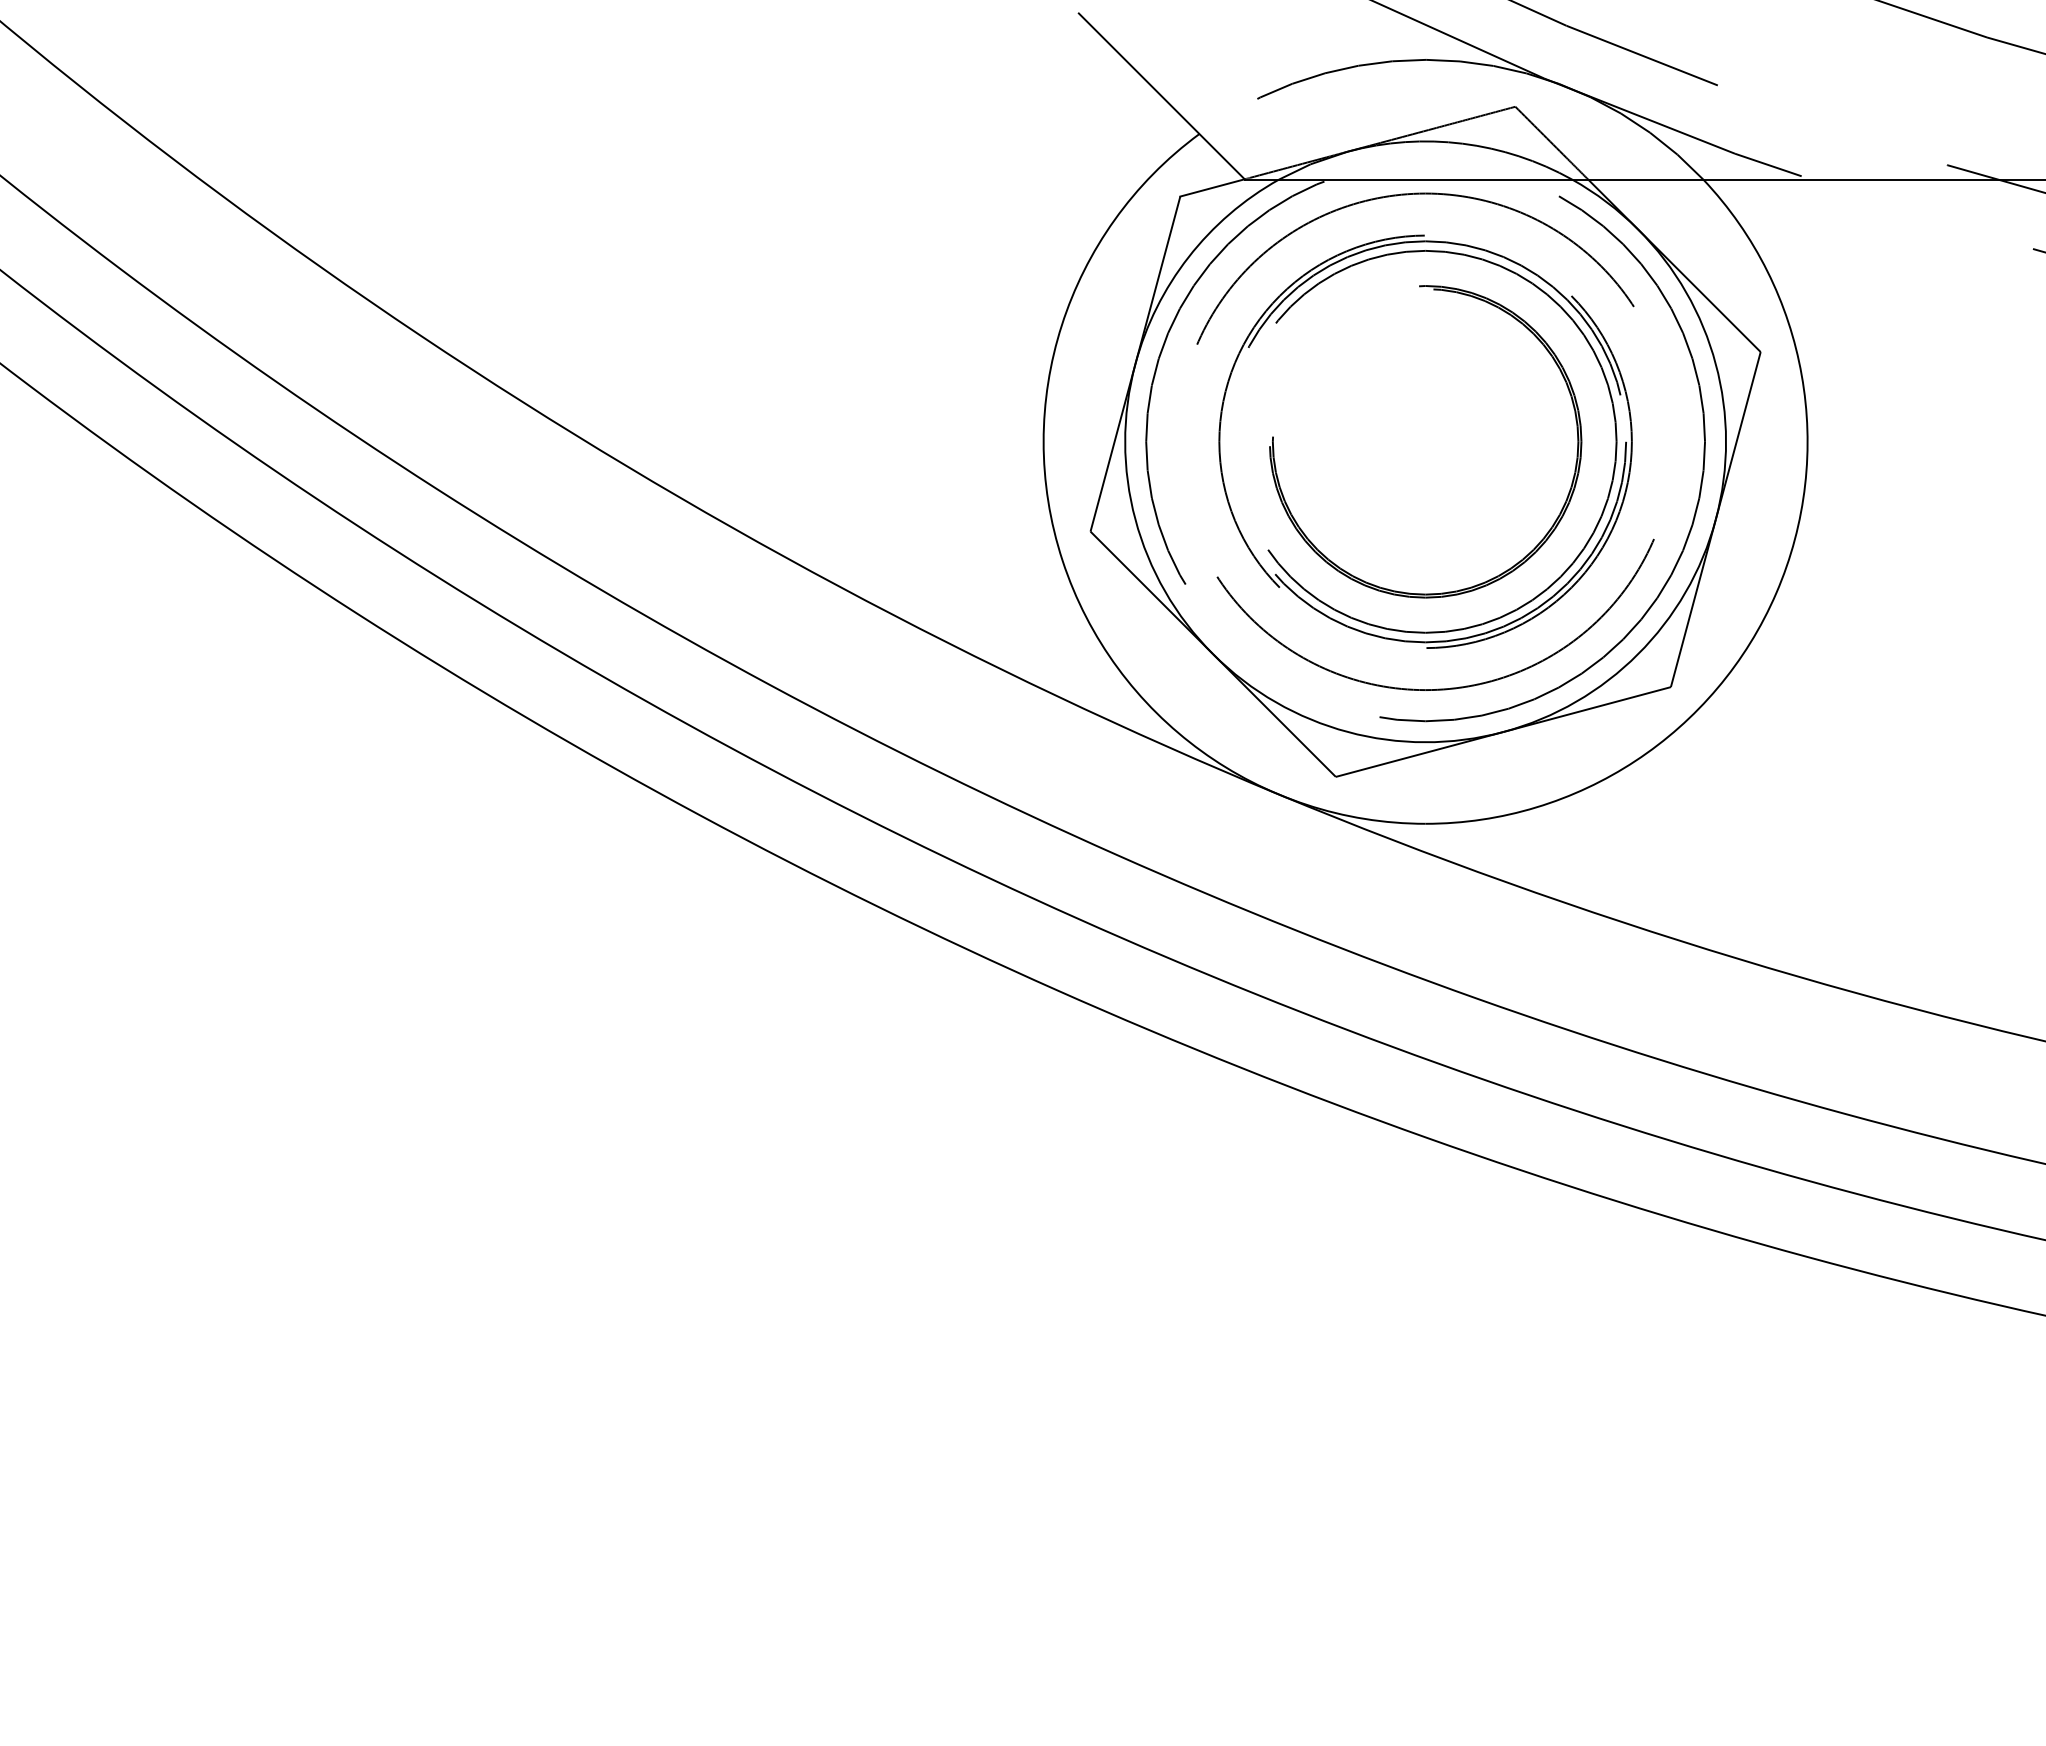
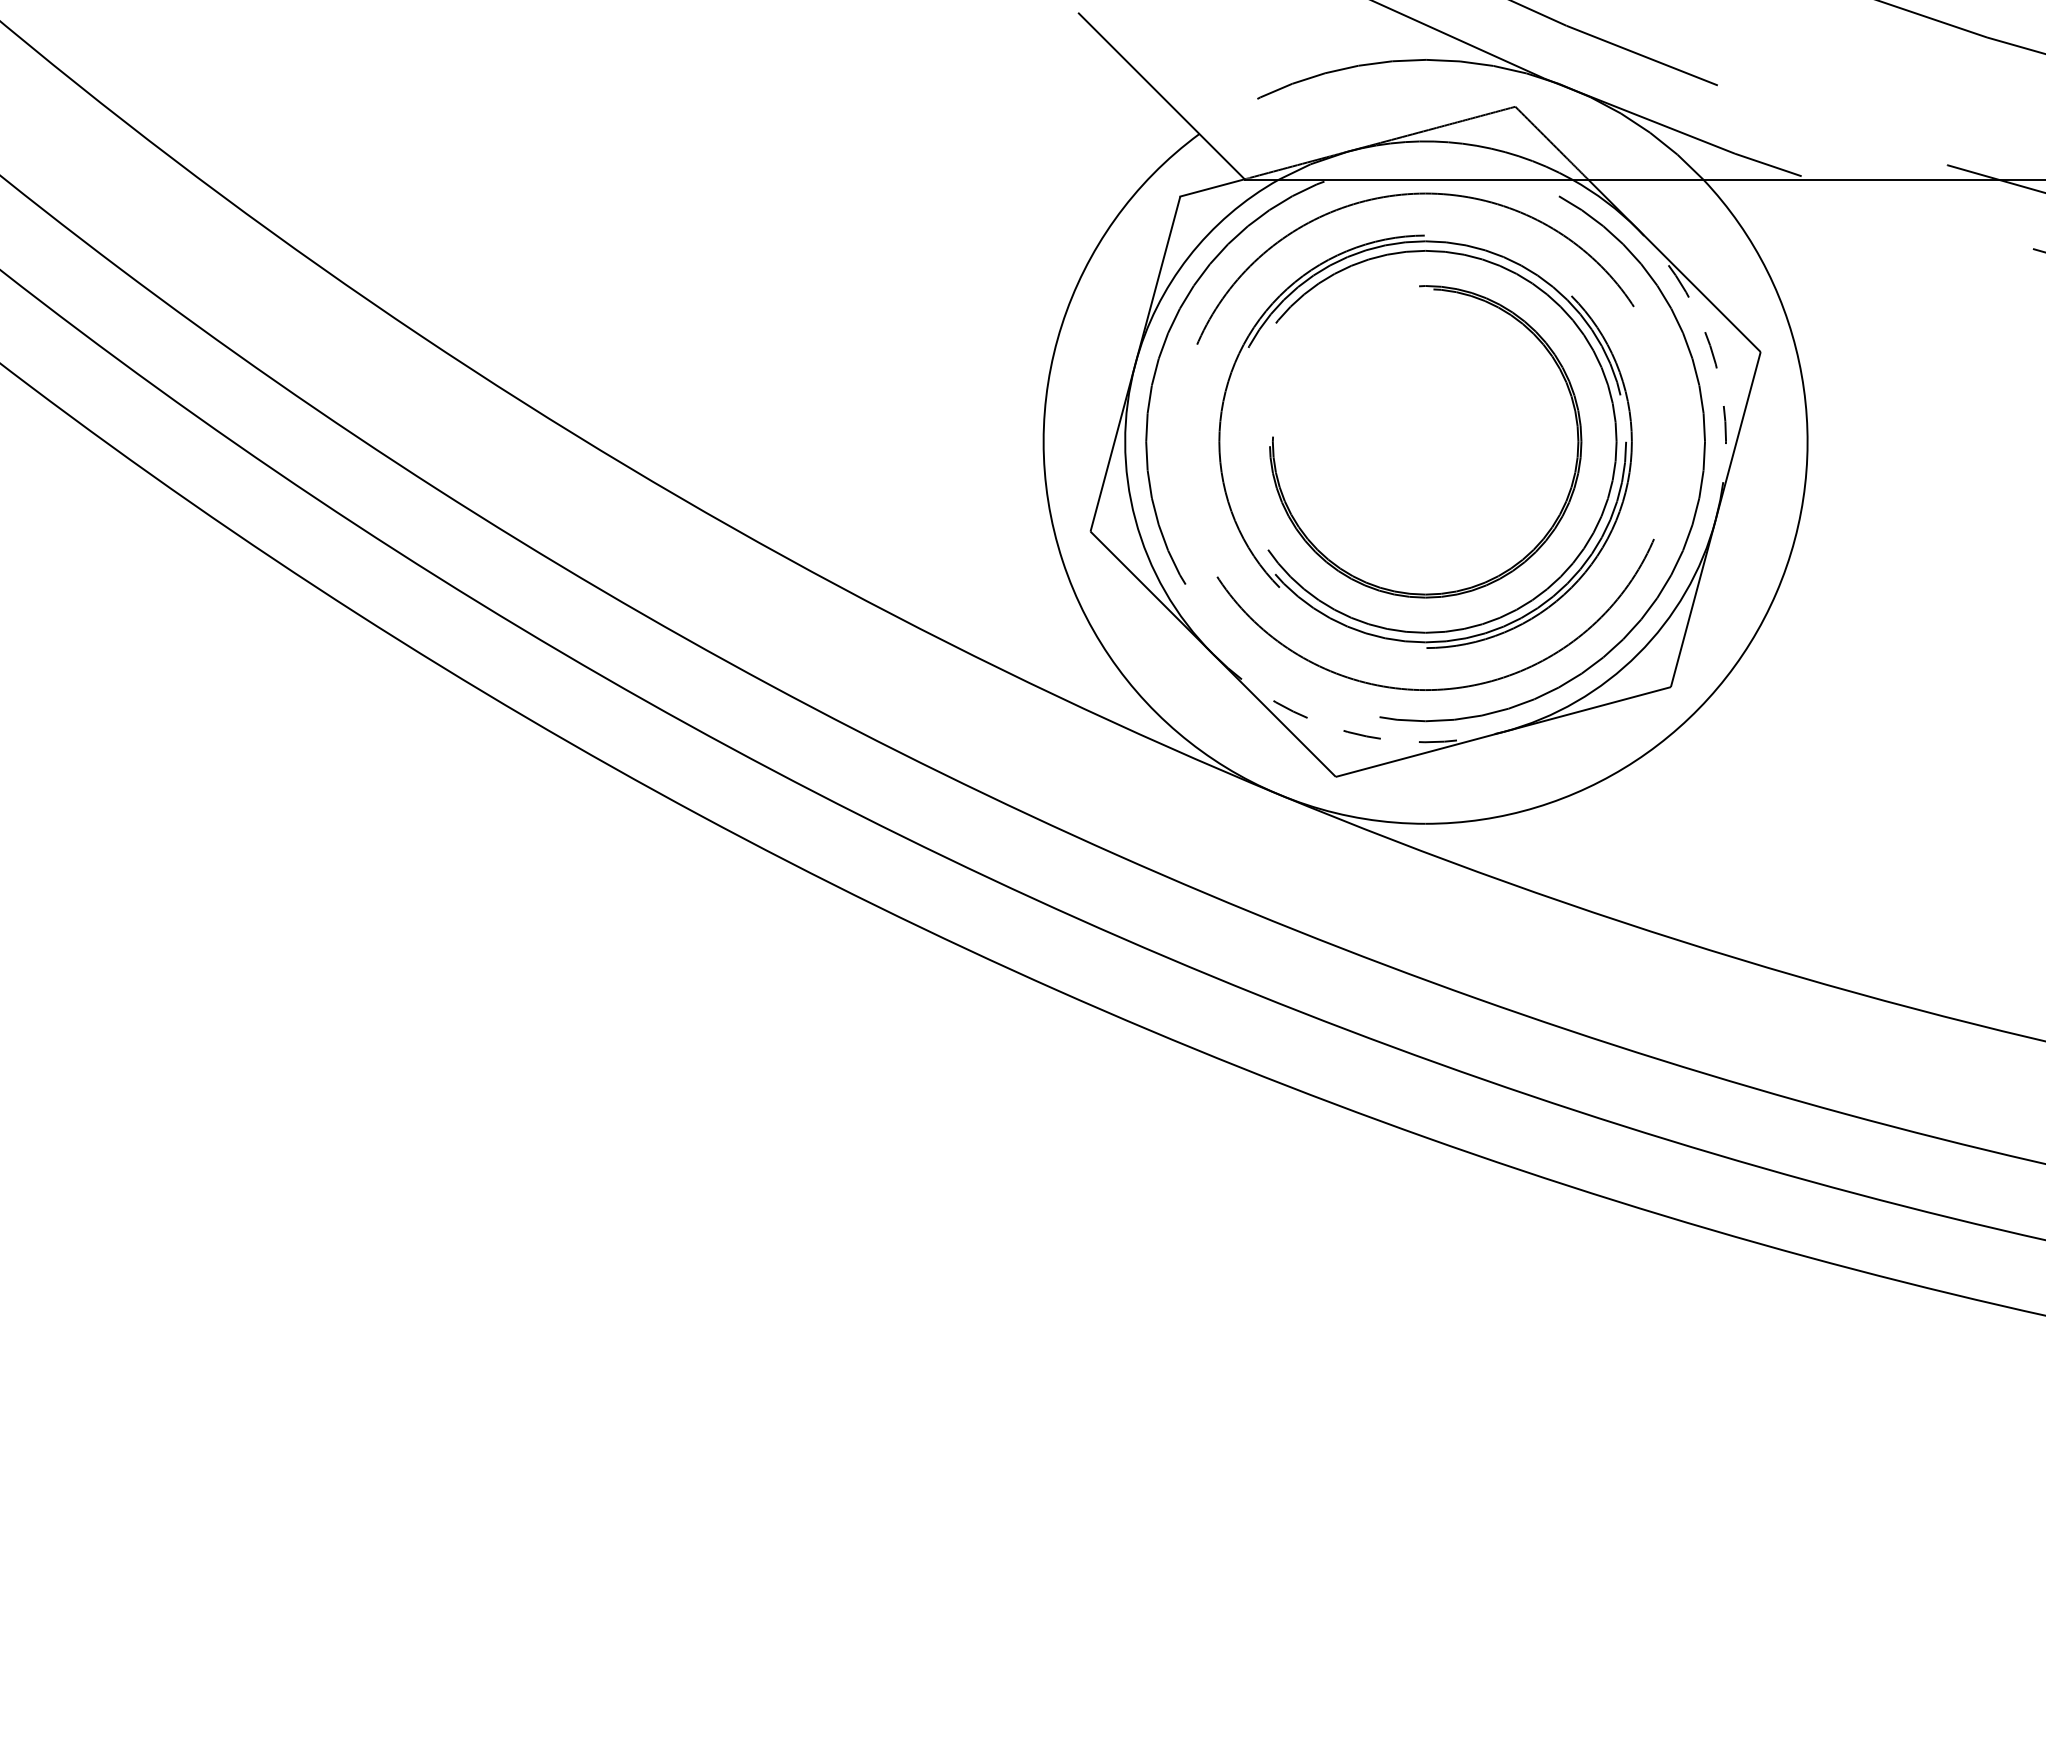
arc at (1715, 364): solid -> dashed
arc at (1347, 732): solid -> dashed
